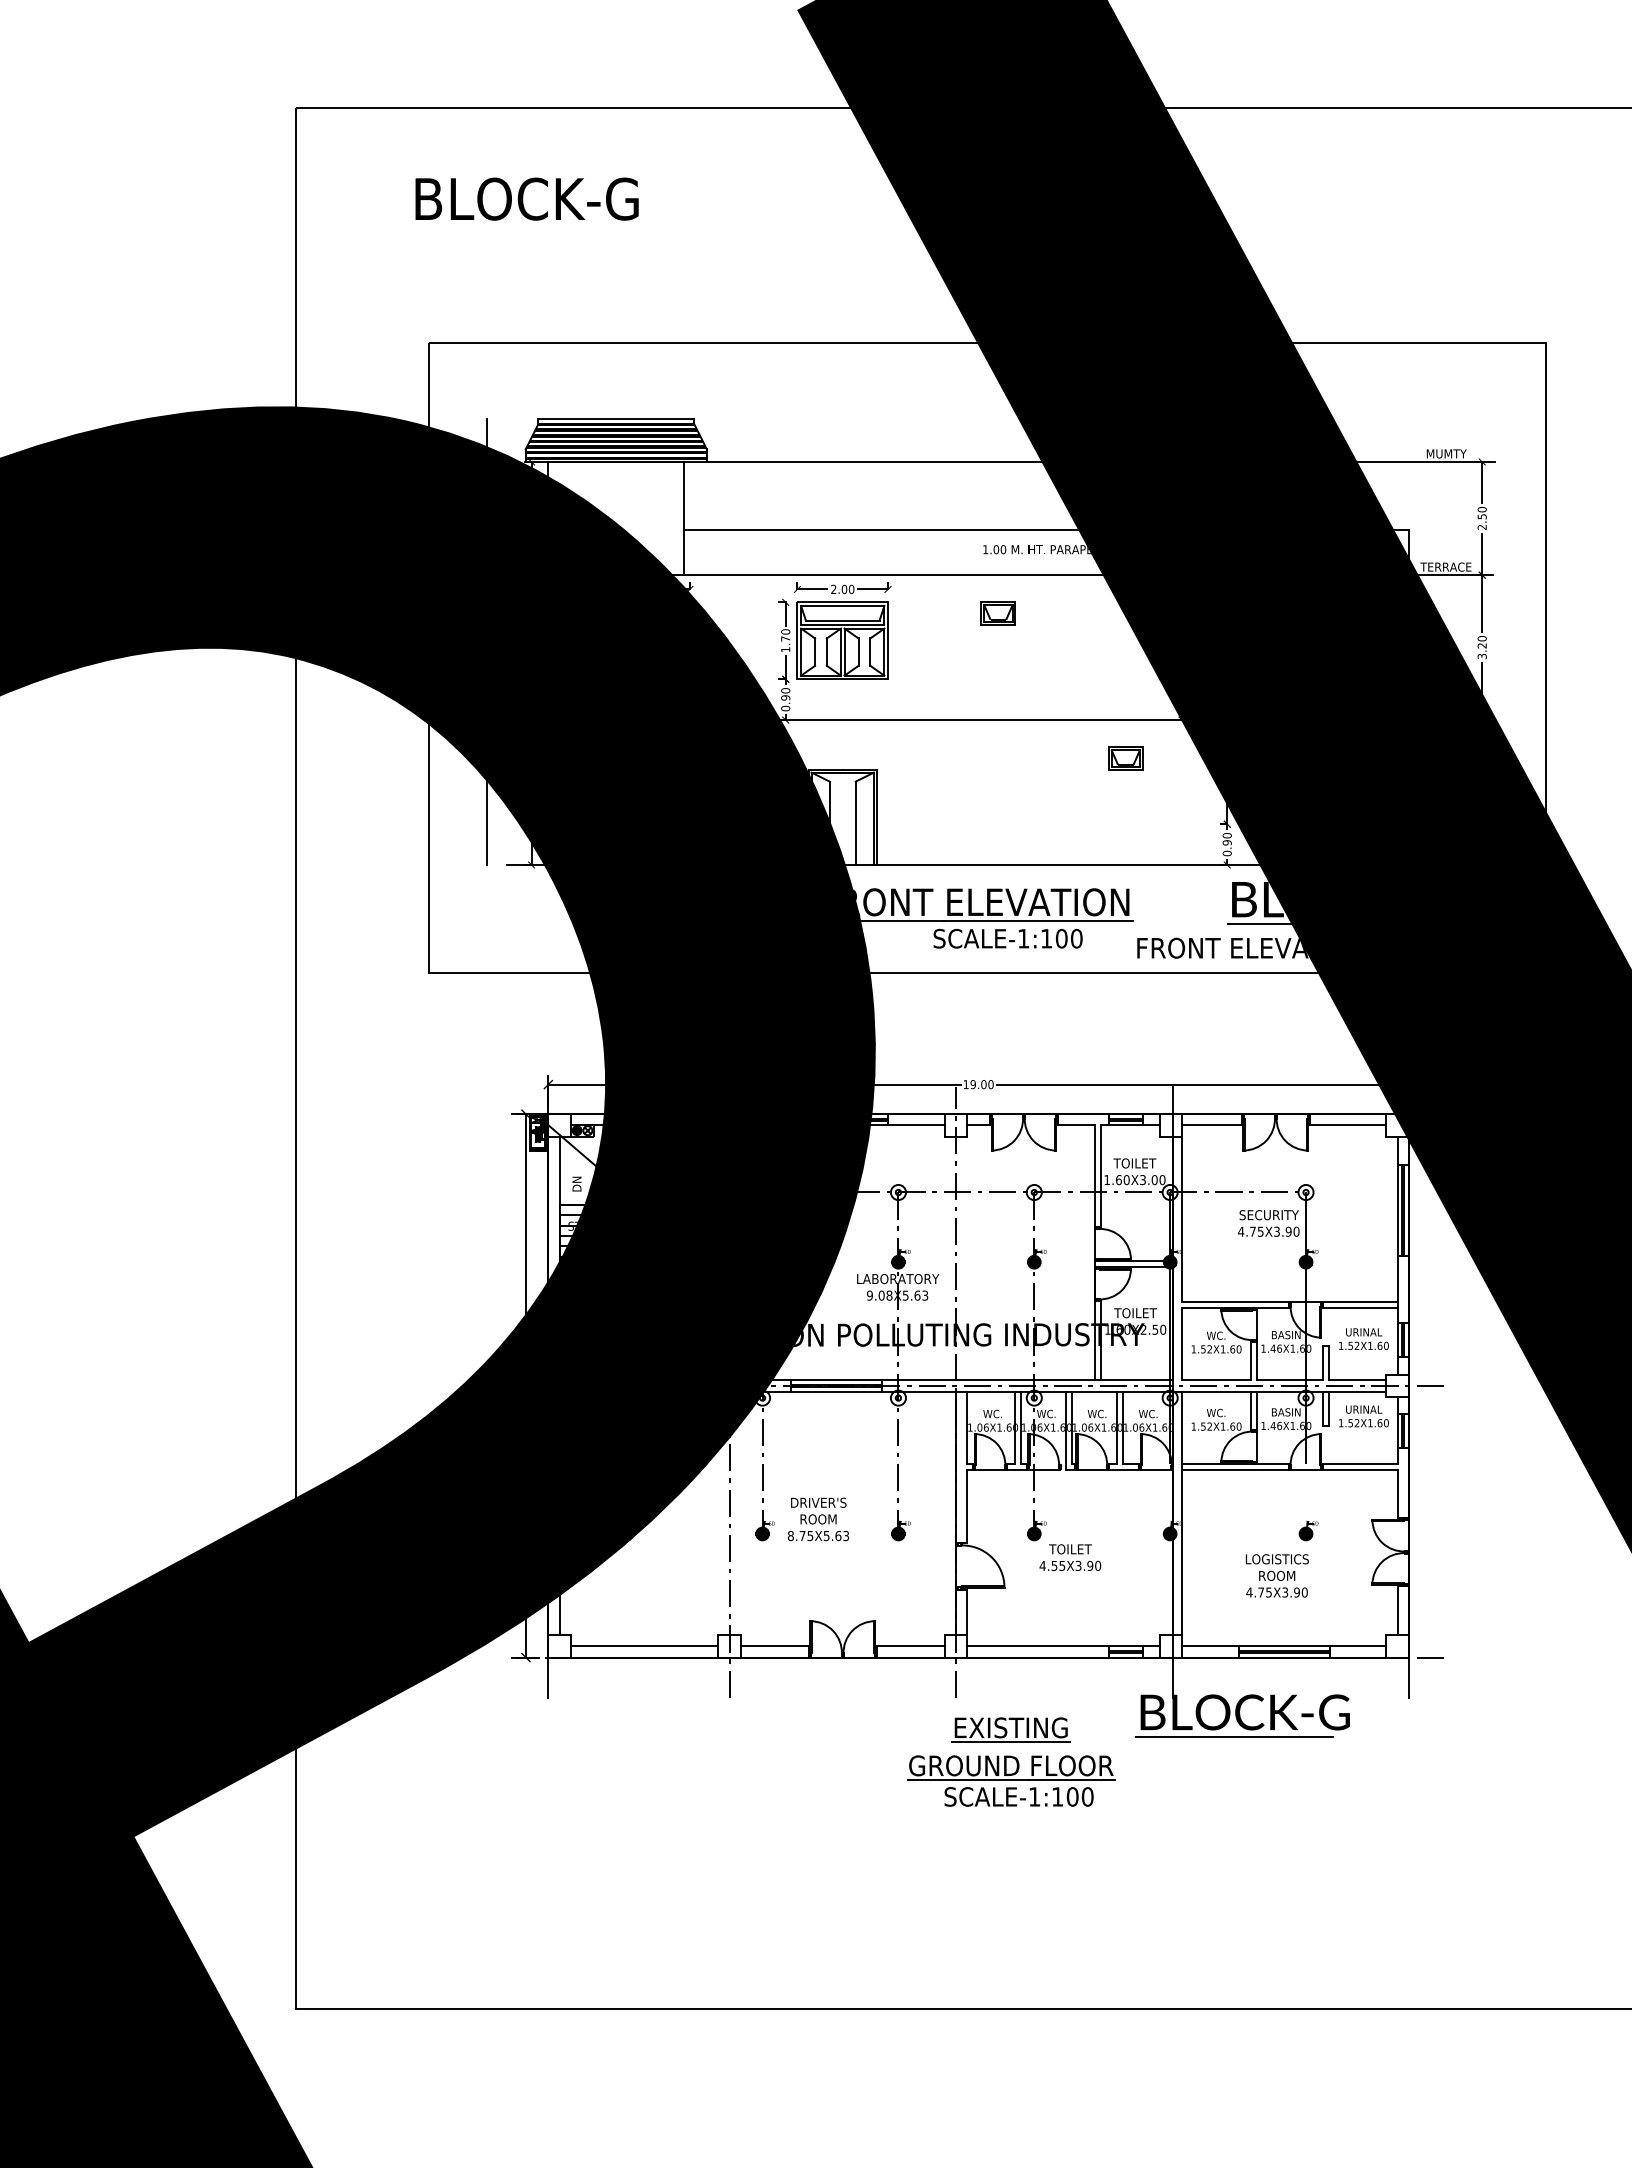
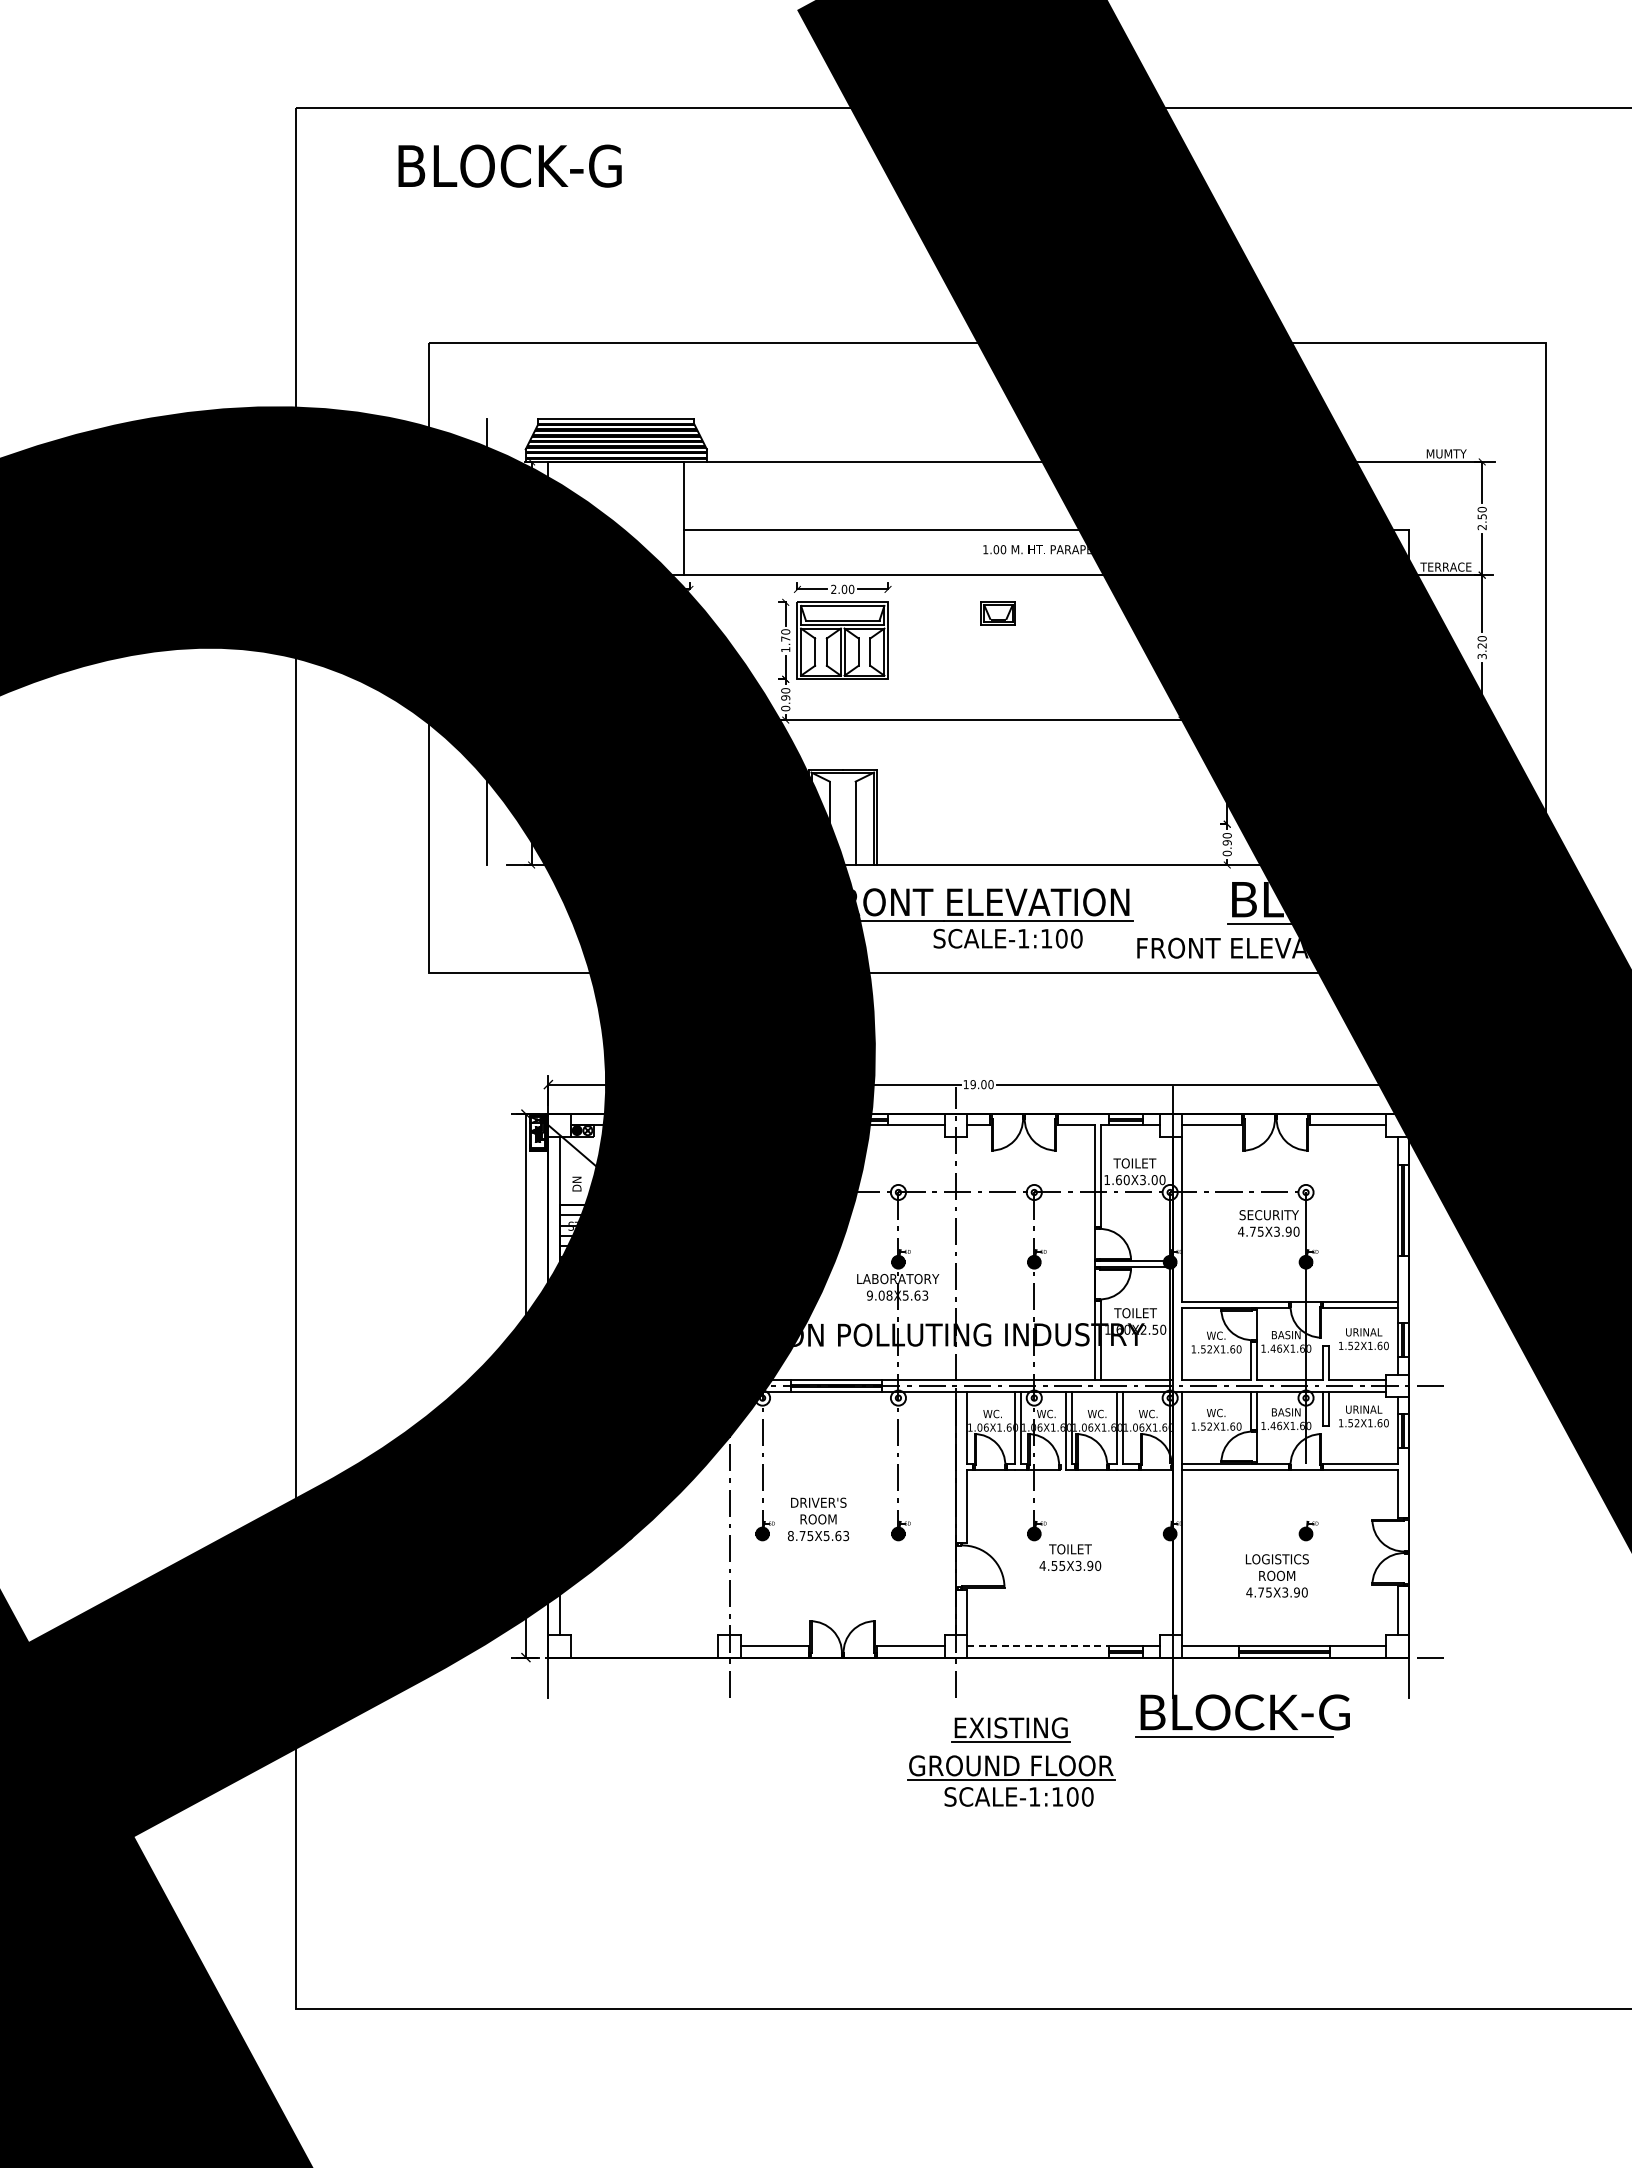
text at (526, 198) position: (526, 198) -> (509, 165)
part at (1125, 758): present -> none
line at (644, 1646): present -> none
line at (1038, 1646): solid -> dashed
